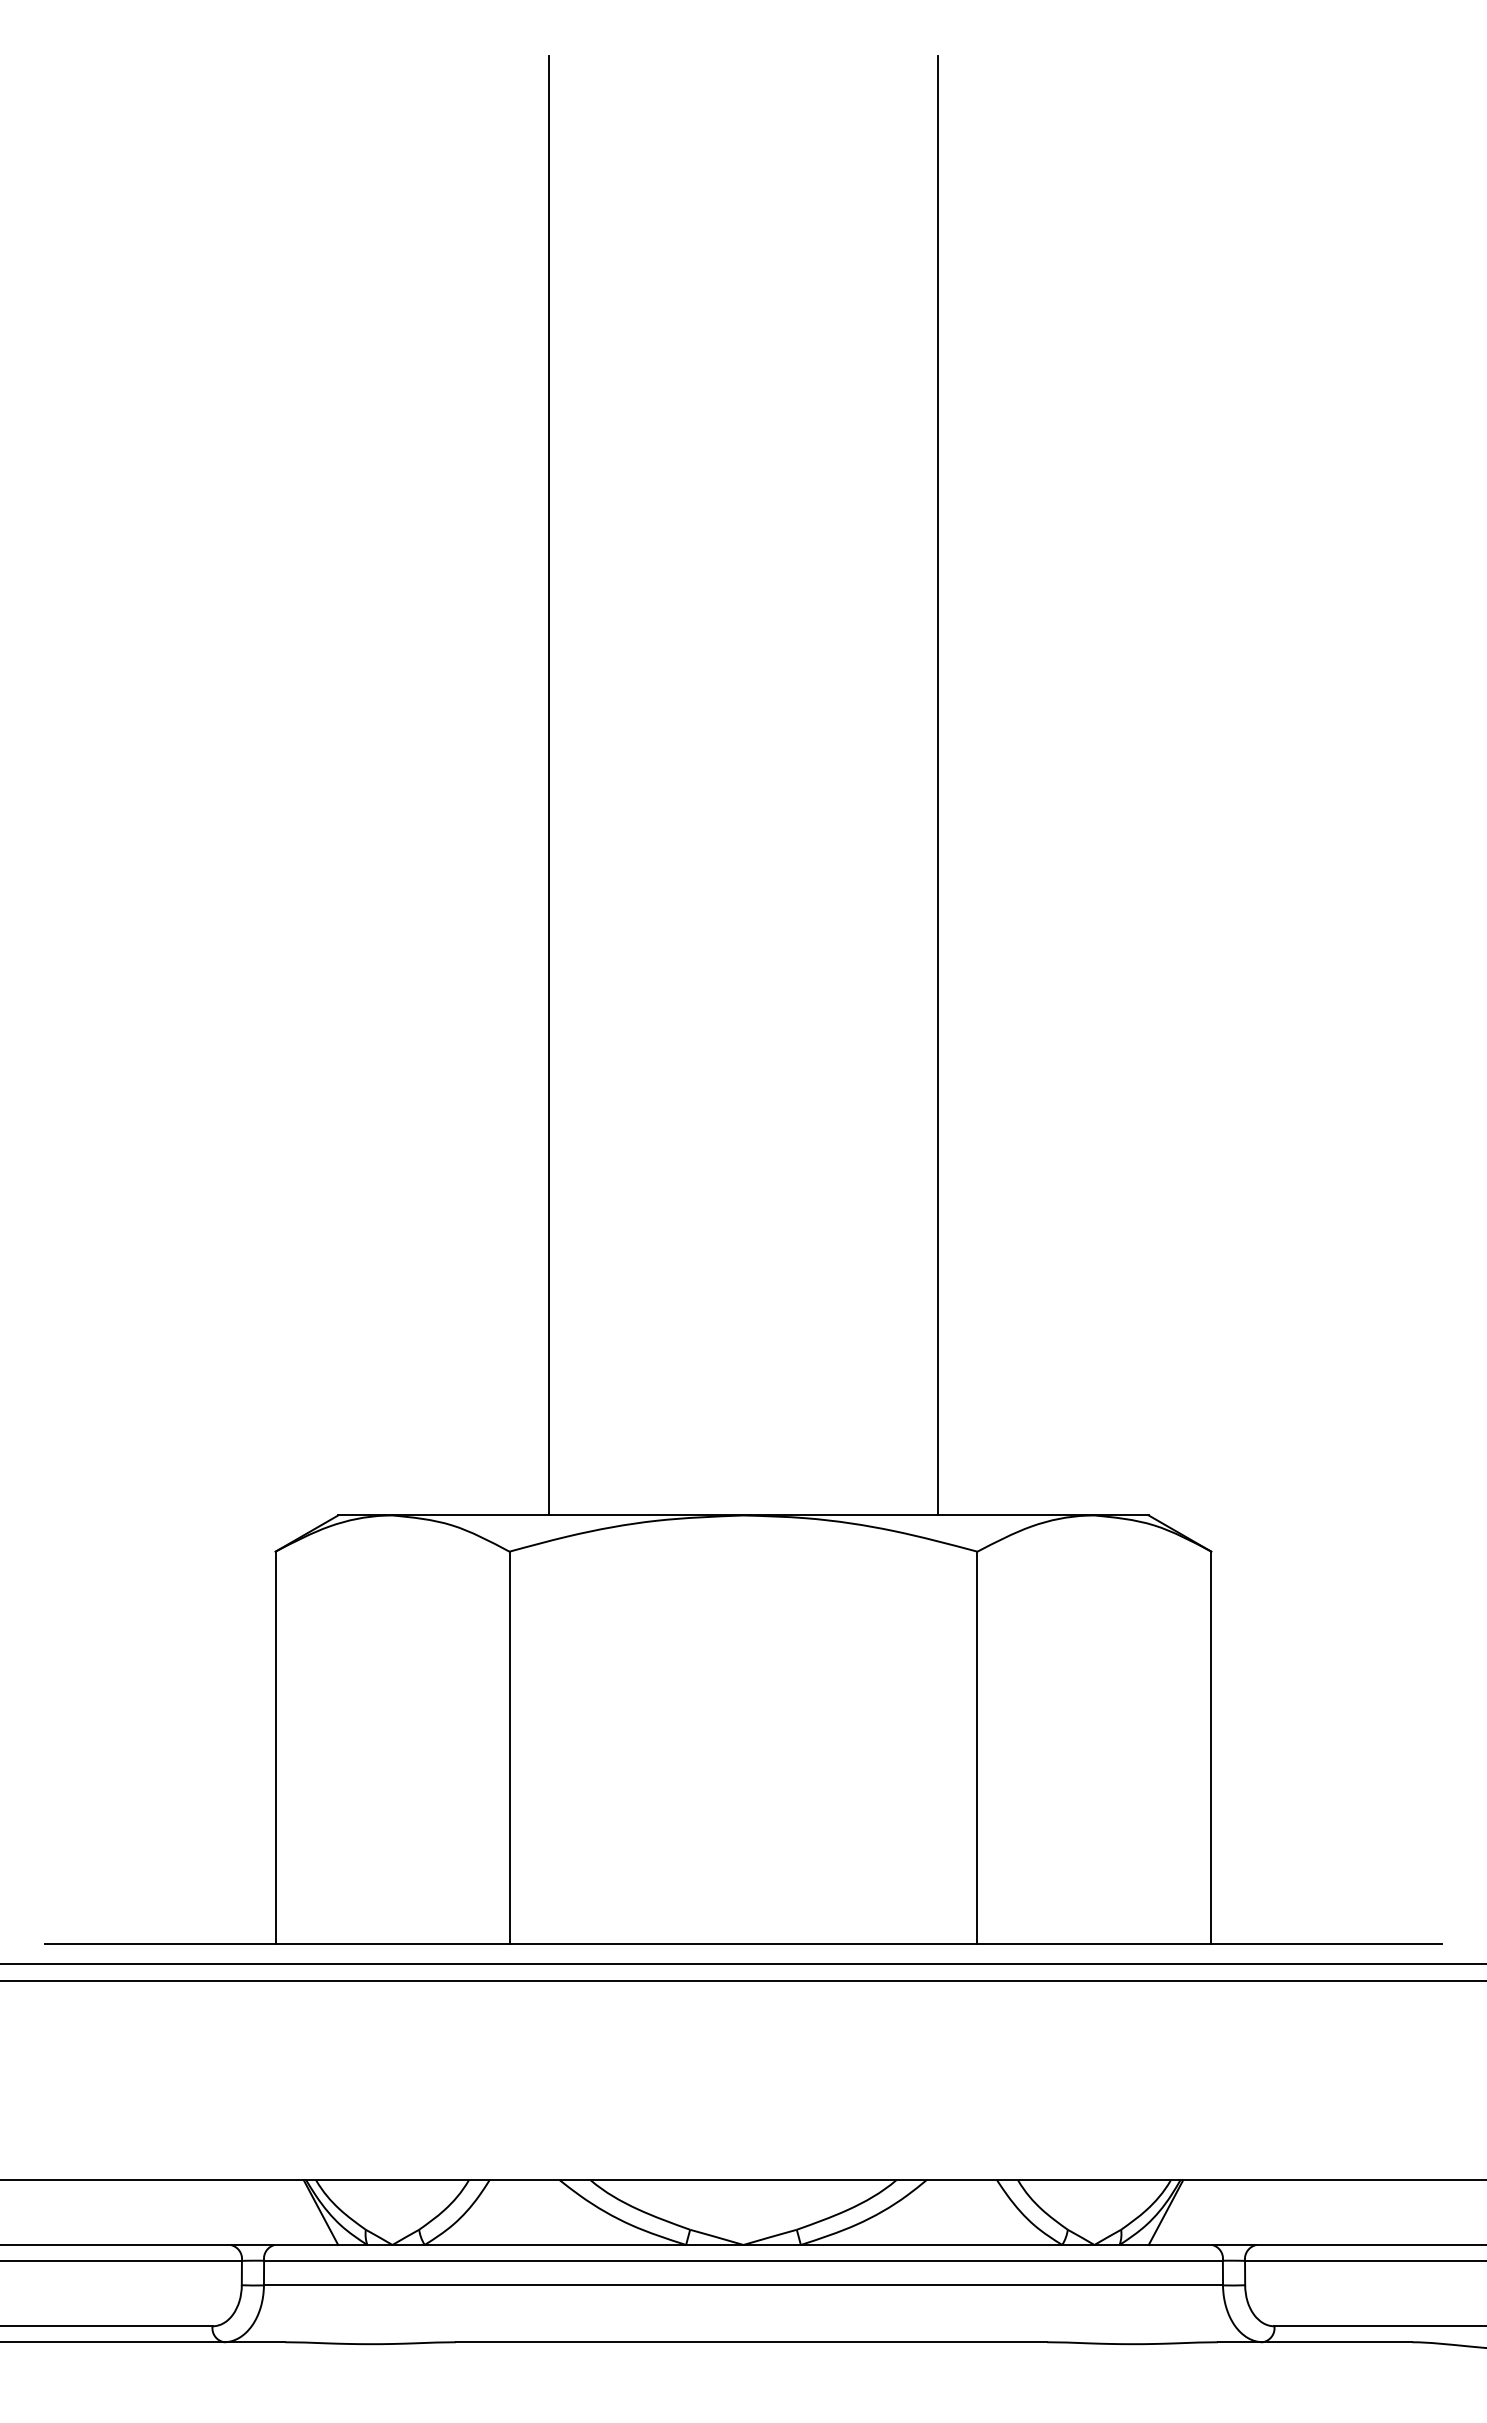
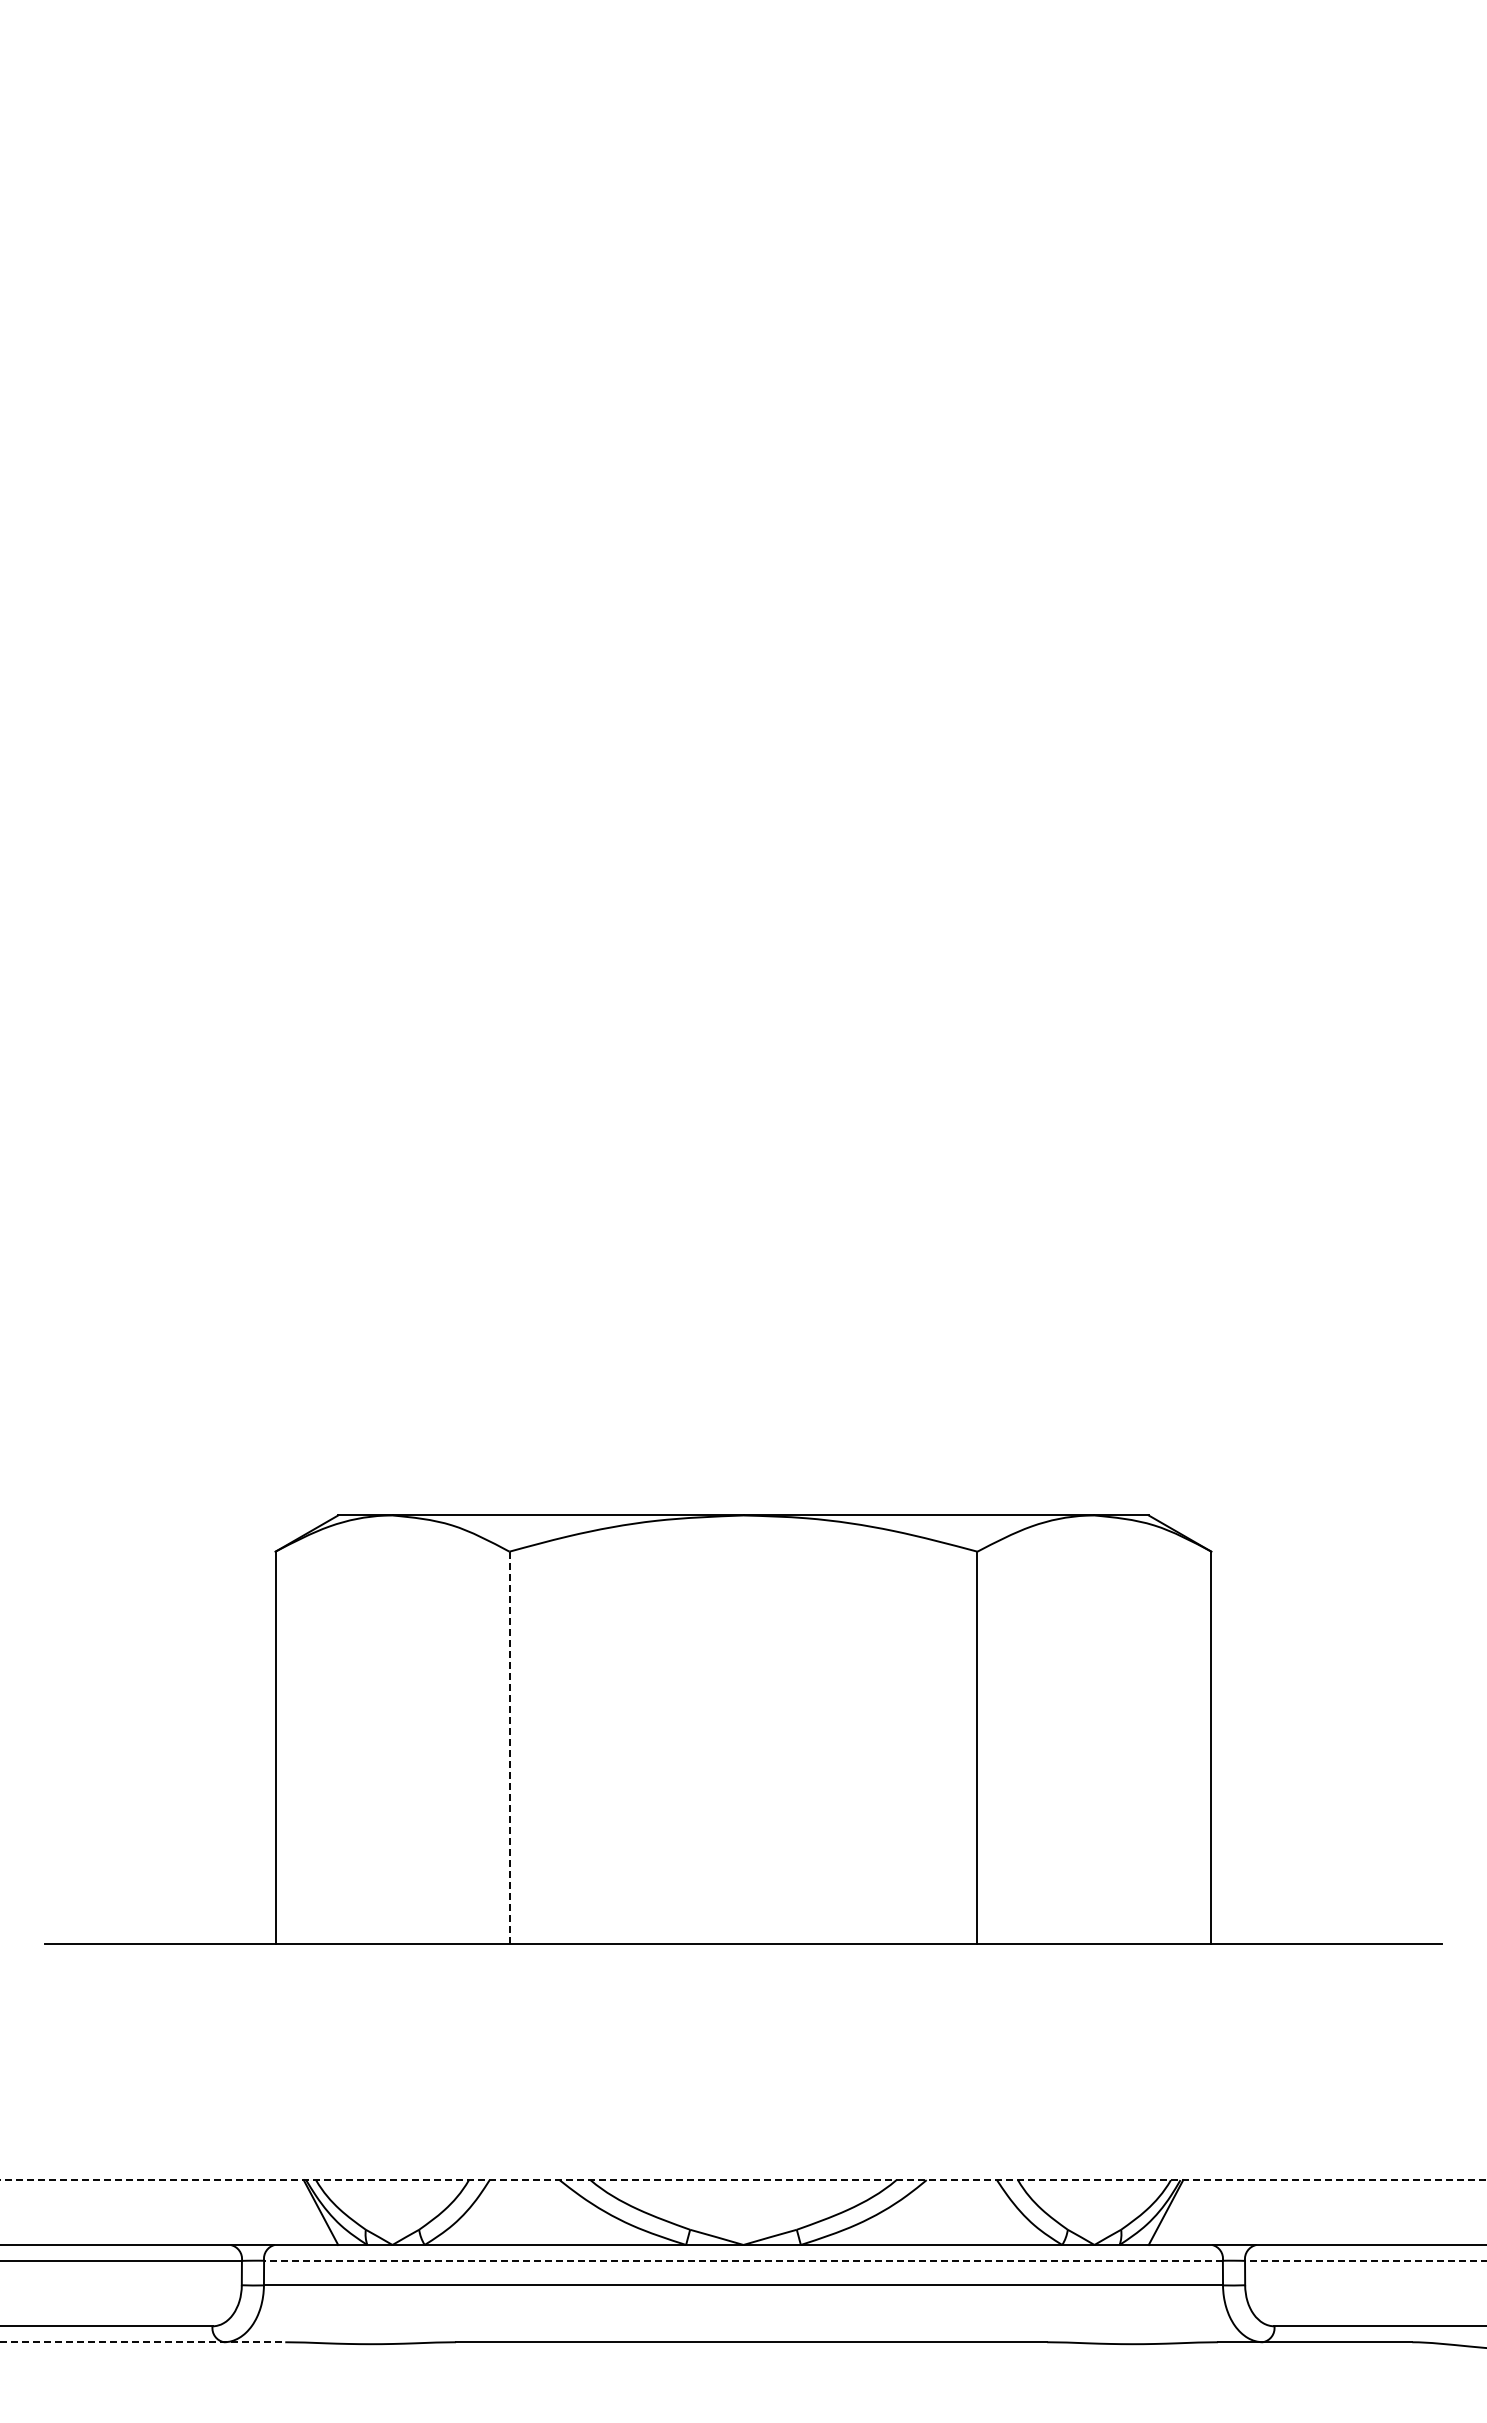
line at (548, 785): present -> none
line at (938, 785): present -> none
line at (509, 1747): solid -> dashed
line at (742, 1964): present -> none
line at (742, 1980): present -> none
line at (743, 2180): solid -> dashed
line at (742, 2260): solid -> dashed
line at (1365, 2260): solid -> dashed
line at (143, 2342): solid -> dashed
